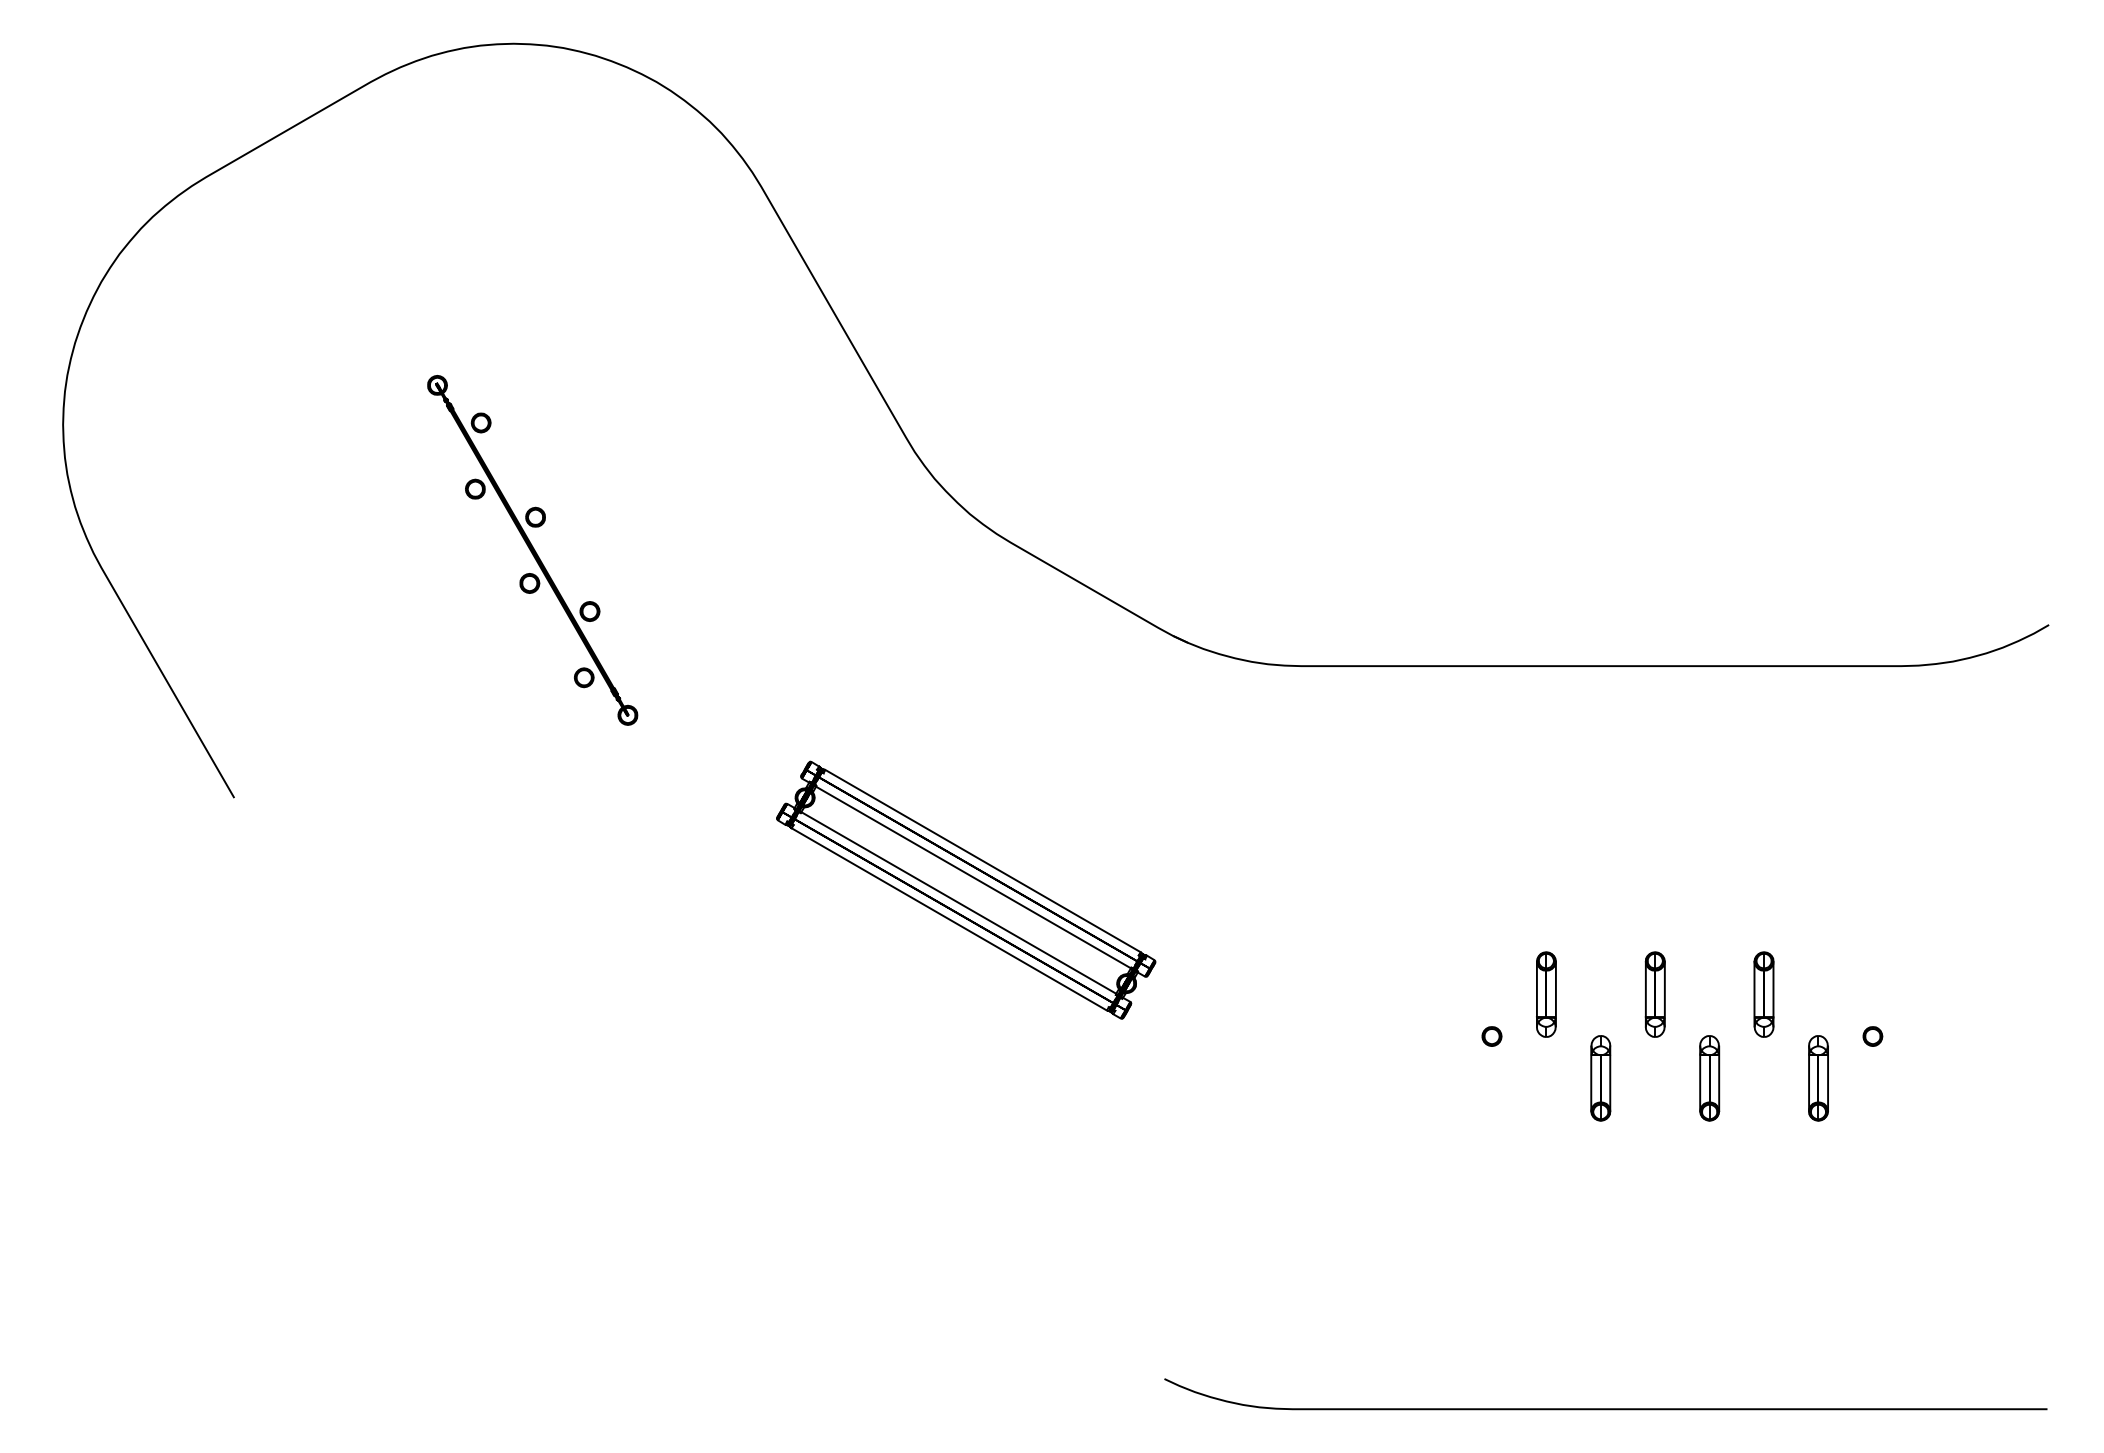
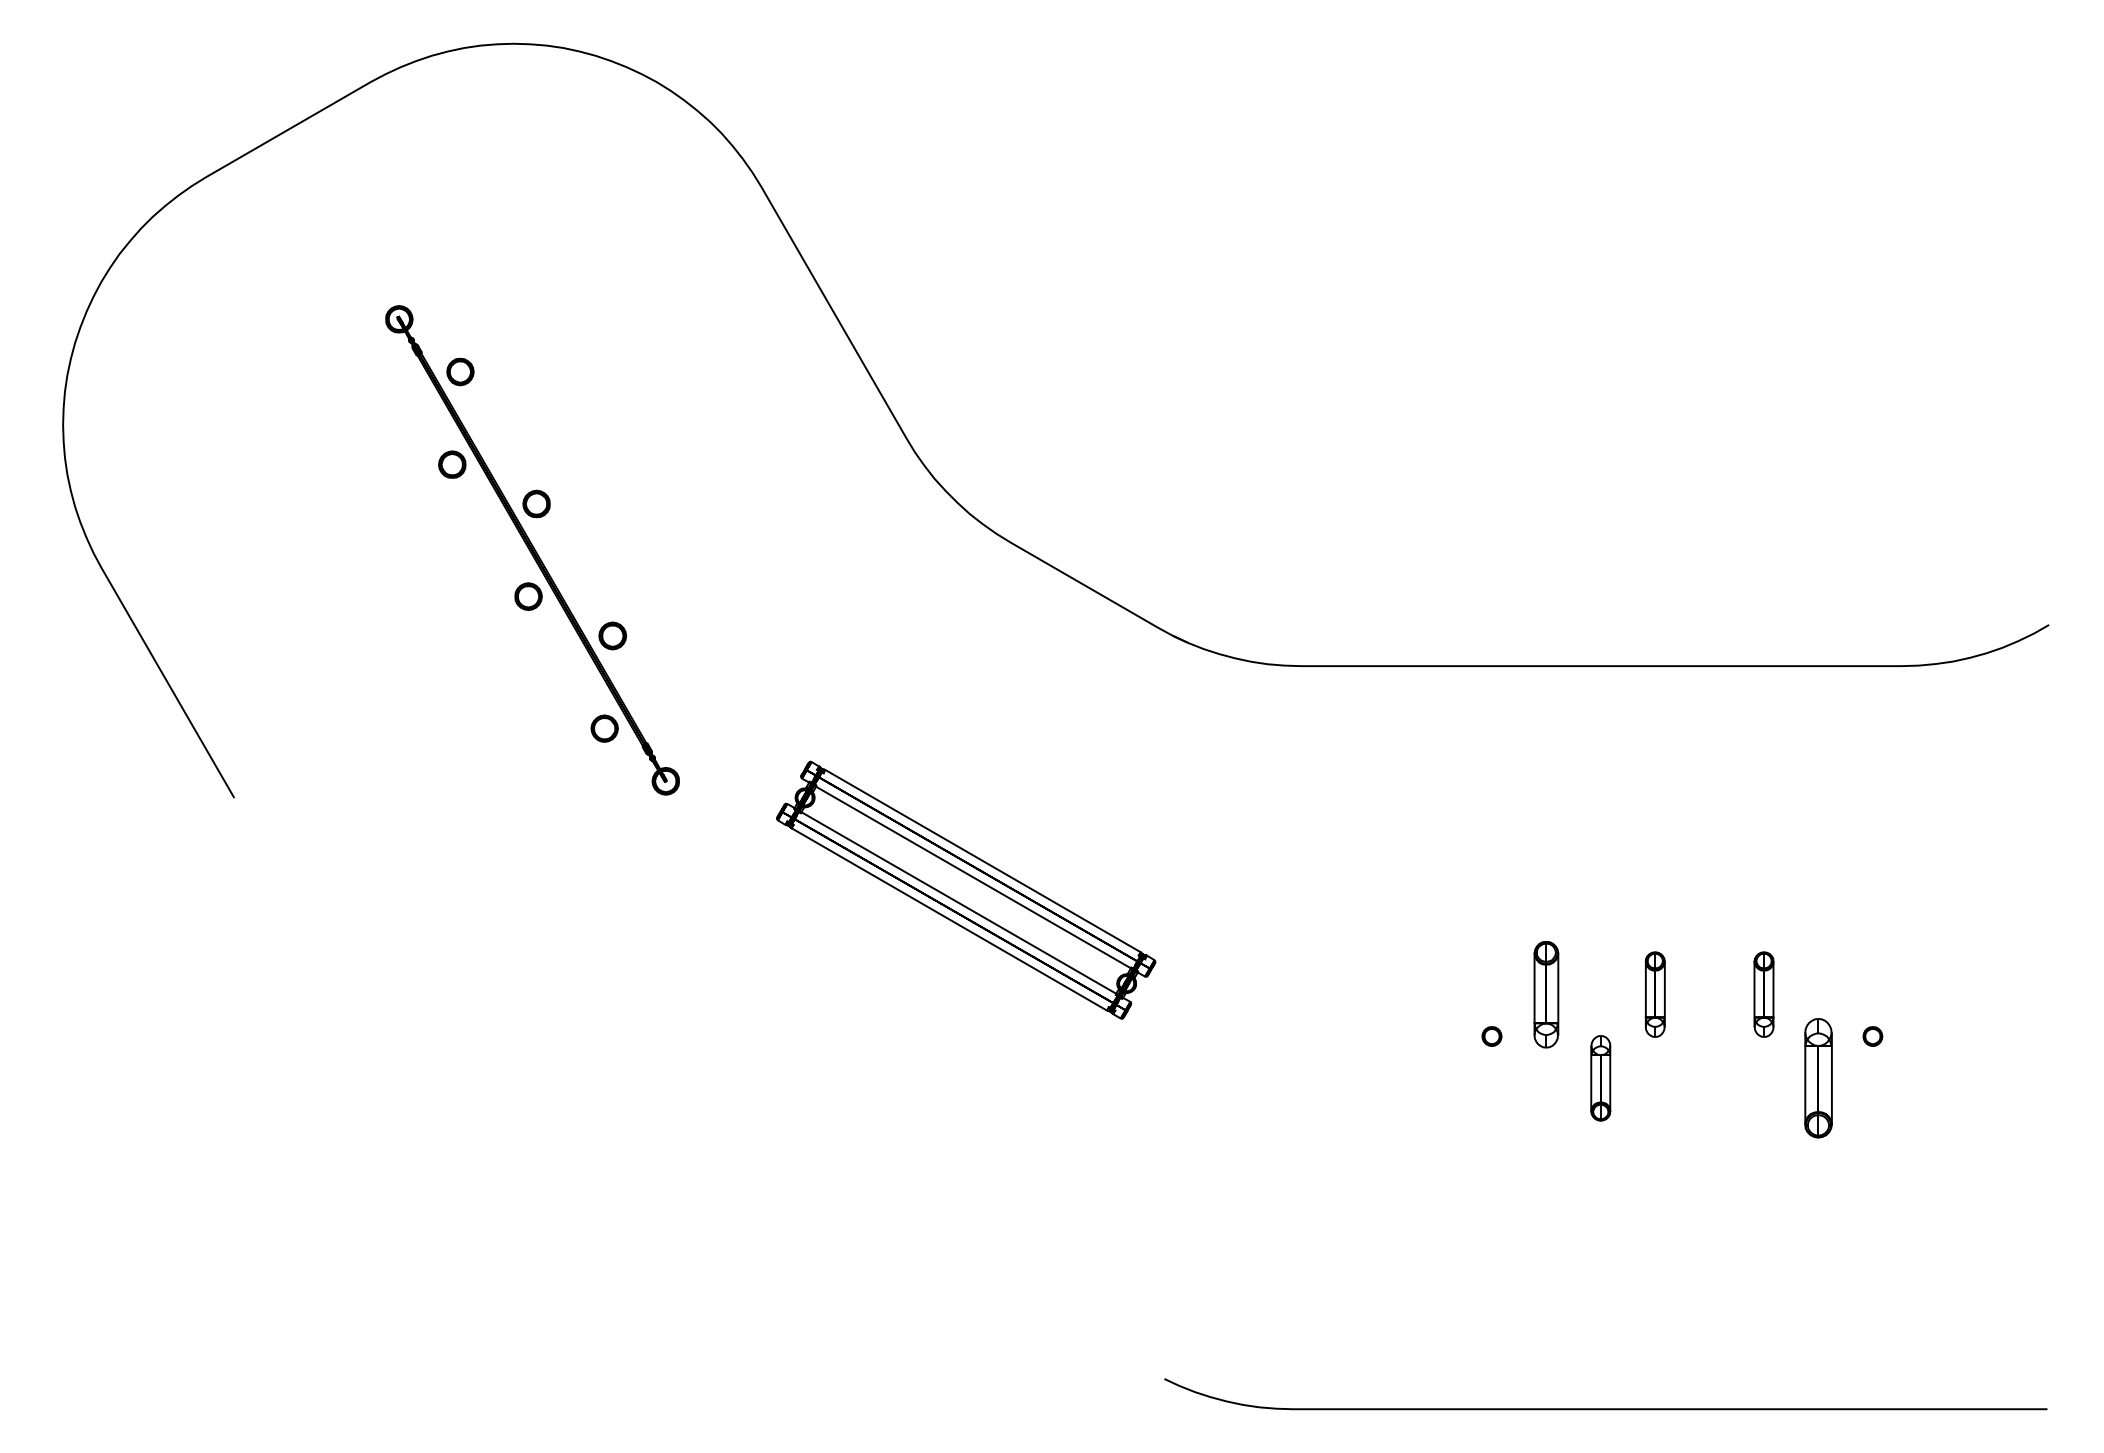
part at (532, 550) size: 212x351 px -> 295x491 px
part at (1546, 994) size: 21x87 px -> 27x108 px
part at (1709, 1078): present -> none
part at (1818, 1078) size: 21x87 px -> 29x121 px
